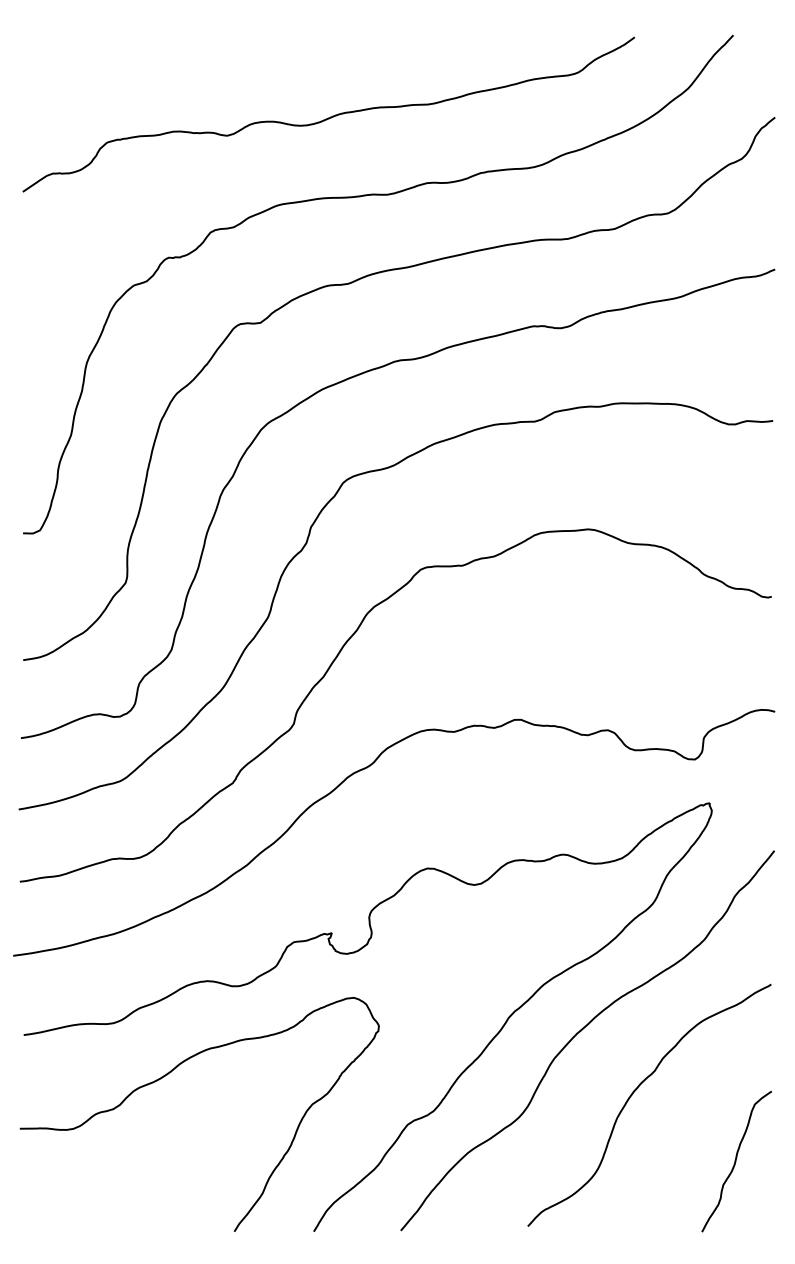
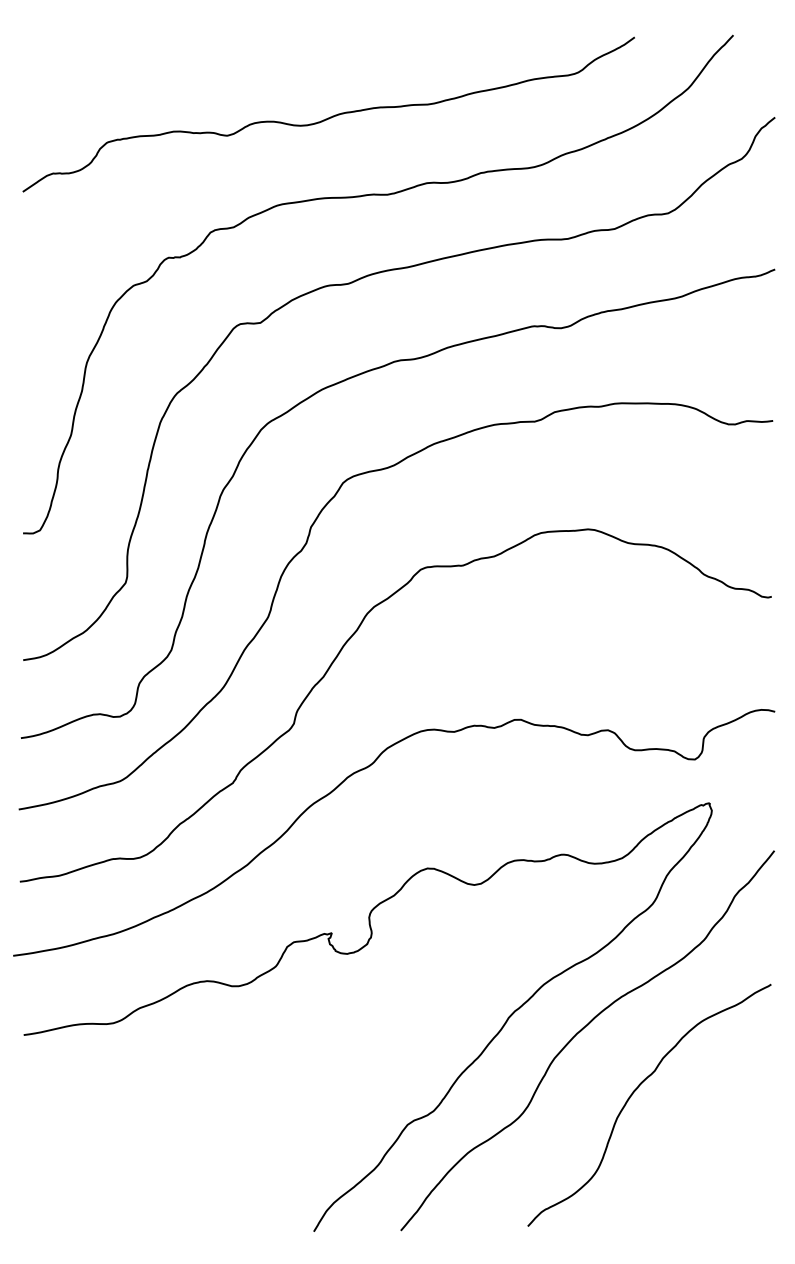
curve at (170, 1073): present -> none
curve at (736, 1161): present -> none
